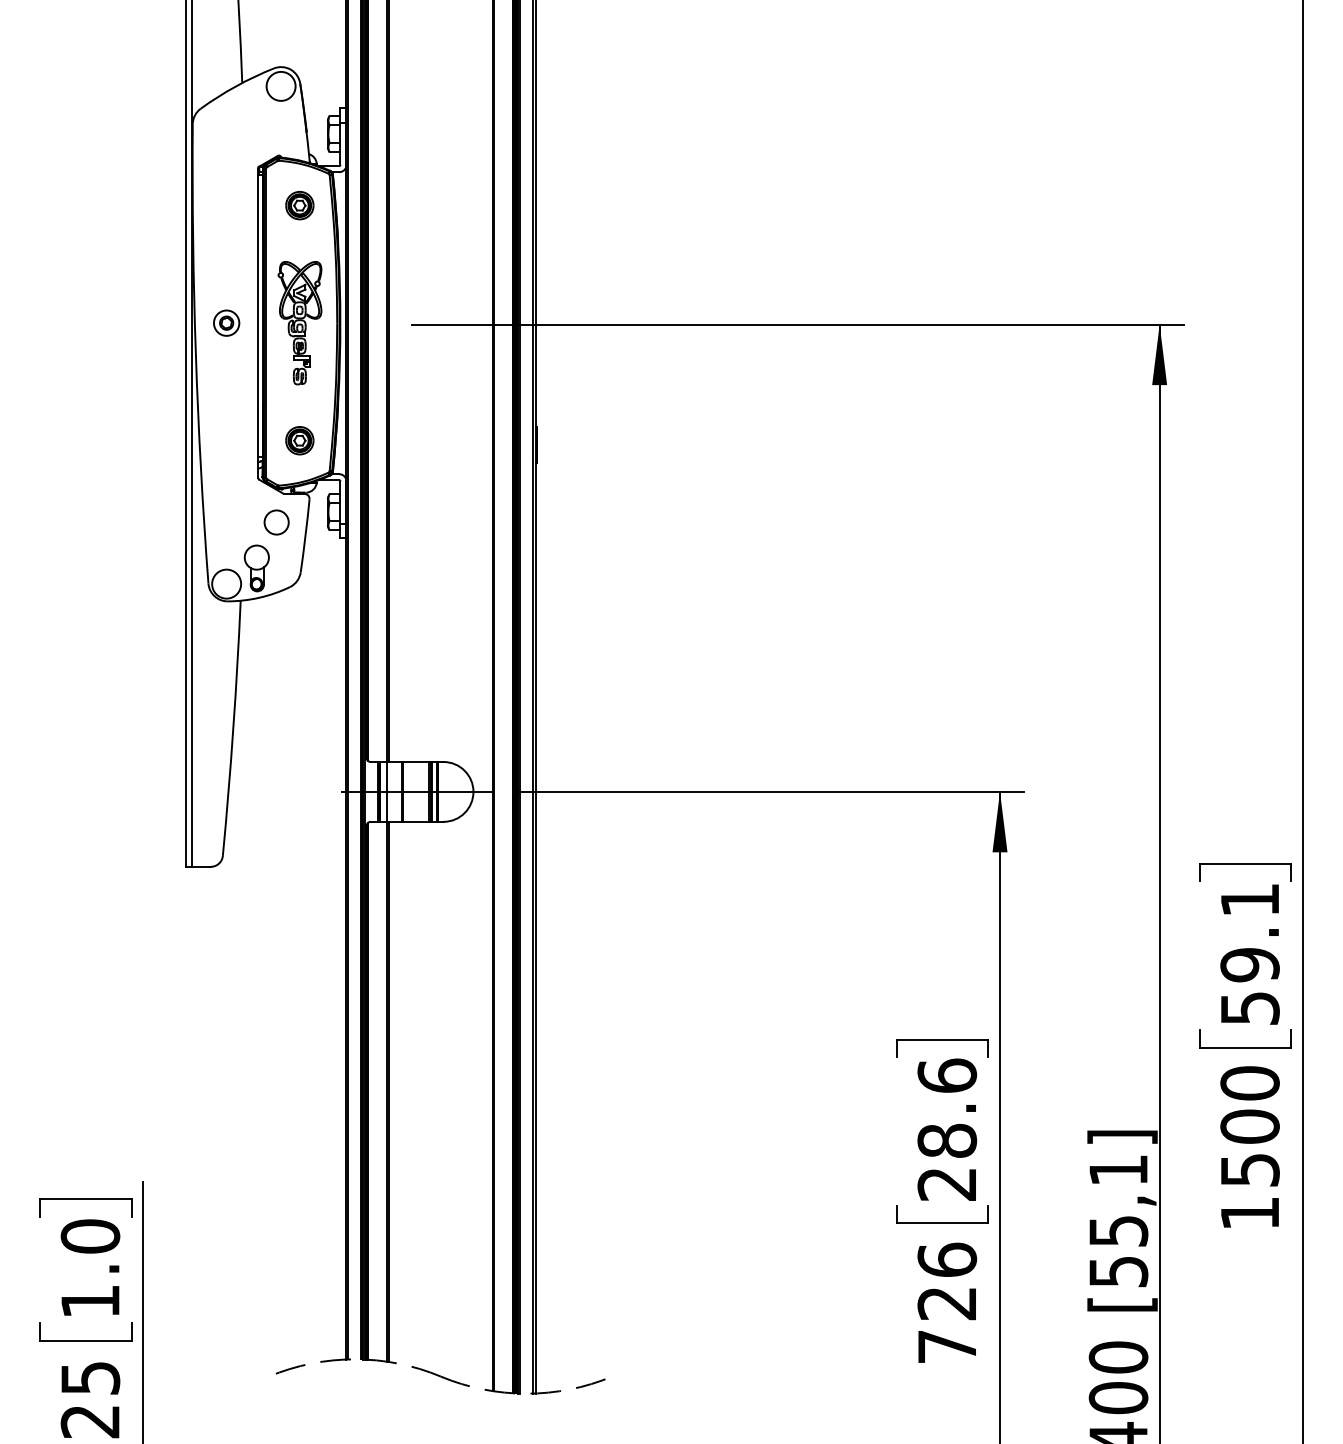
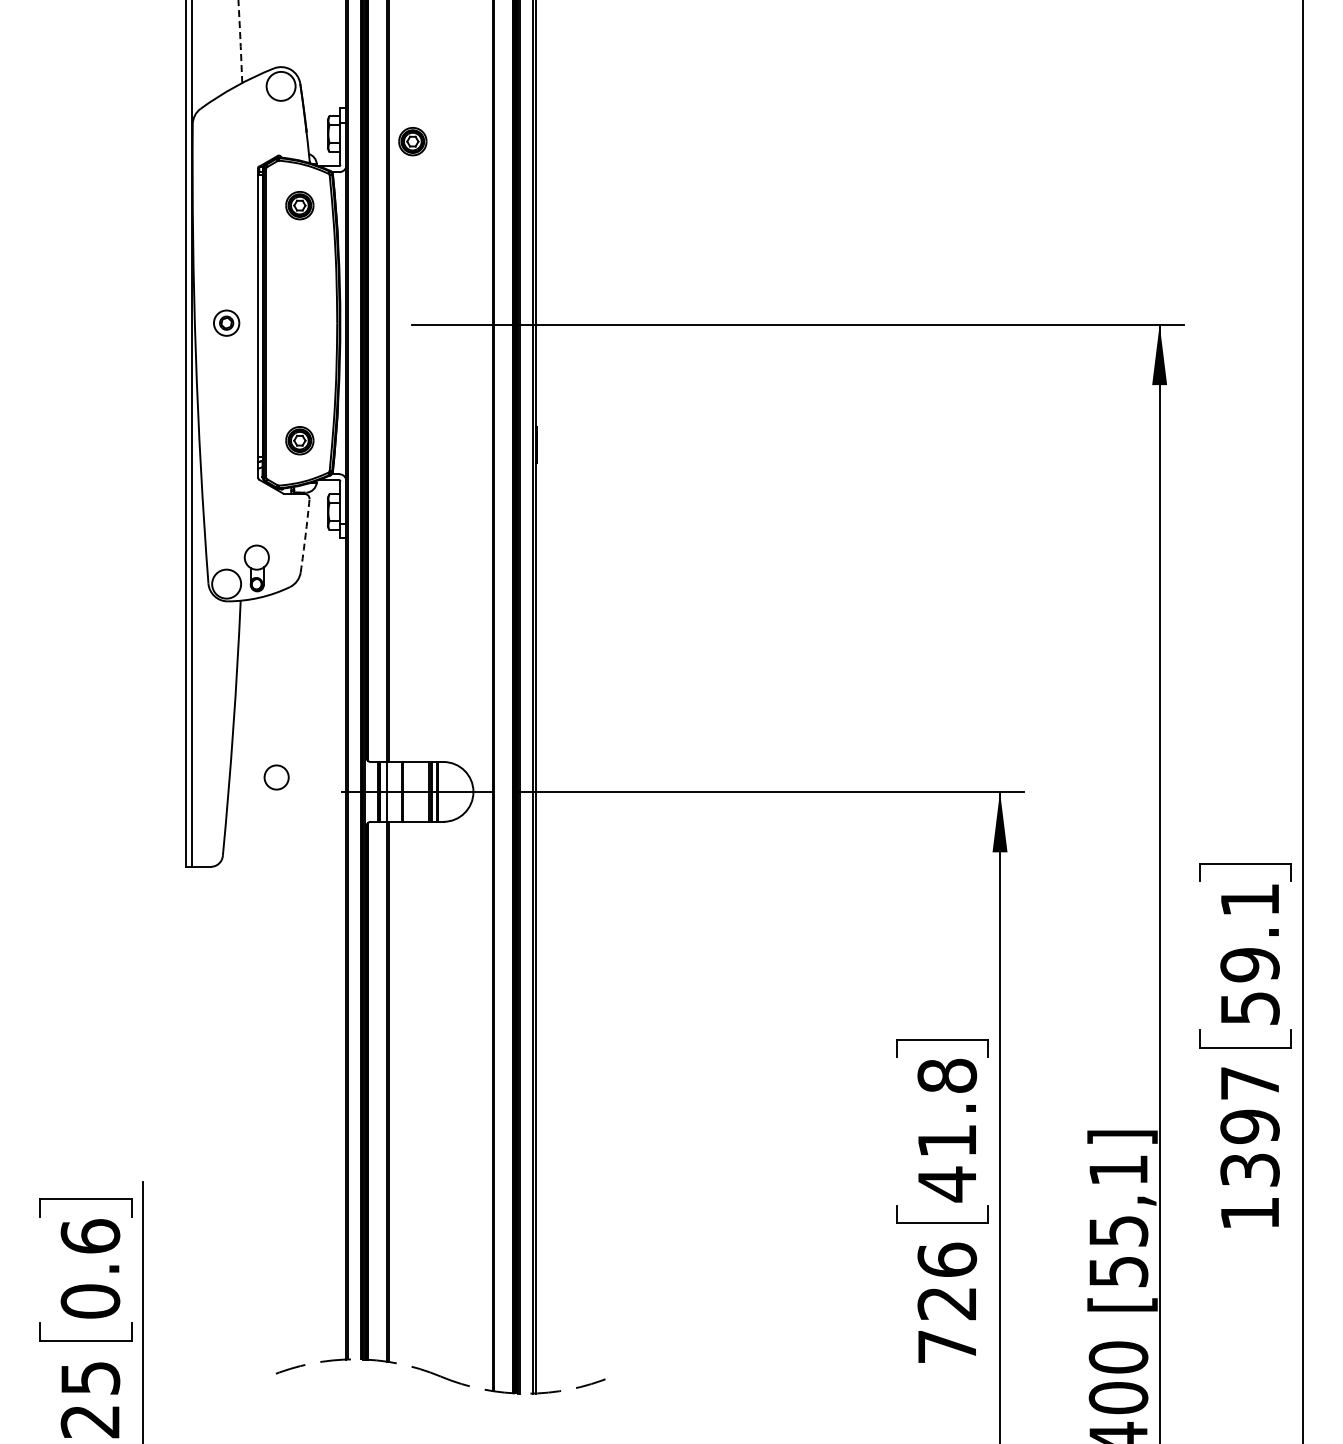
arc at (240, 41): solid -> dashed
part at (412, 141): none -> present
part at (299, 323): present -> none
circle at (276, 522) position: (276, 522) -> (276, 777)
arc at (305, 535): solid -> dashed
text at (1249, 1126): 1500 -> 1397
text at (947, 1130): 28.6 -> 41.8
text at (90, 1268): 1.0 -> 0.6
